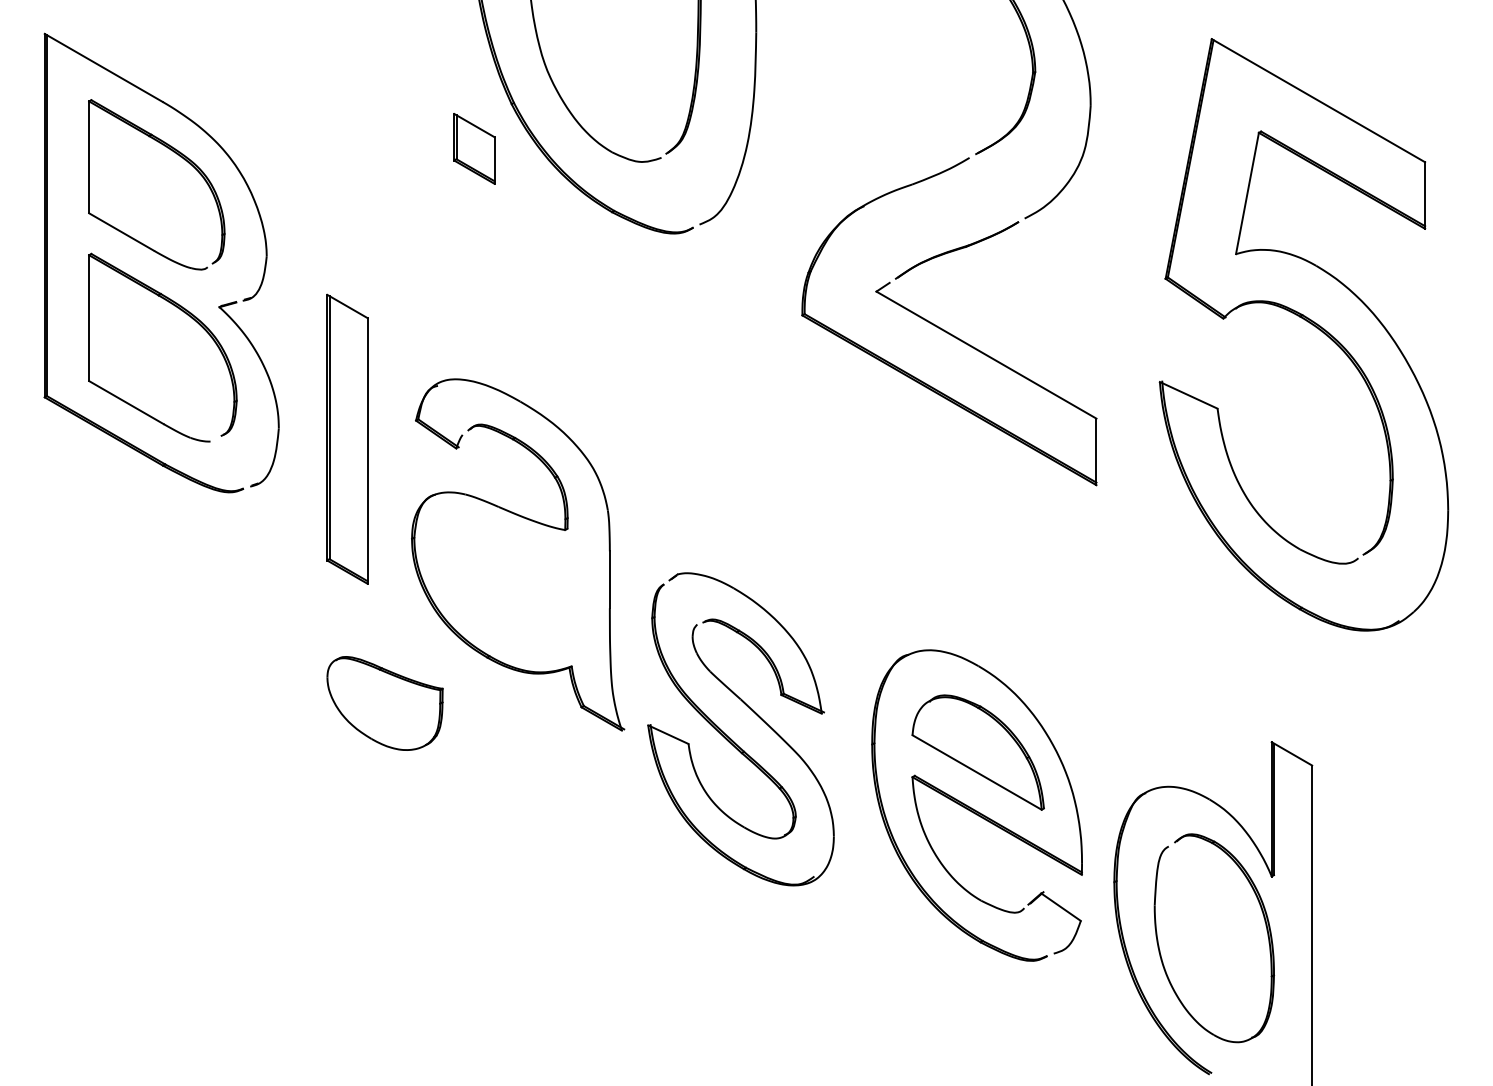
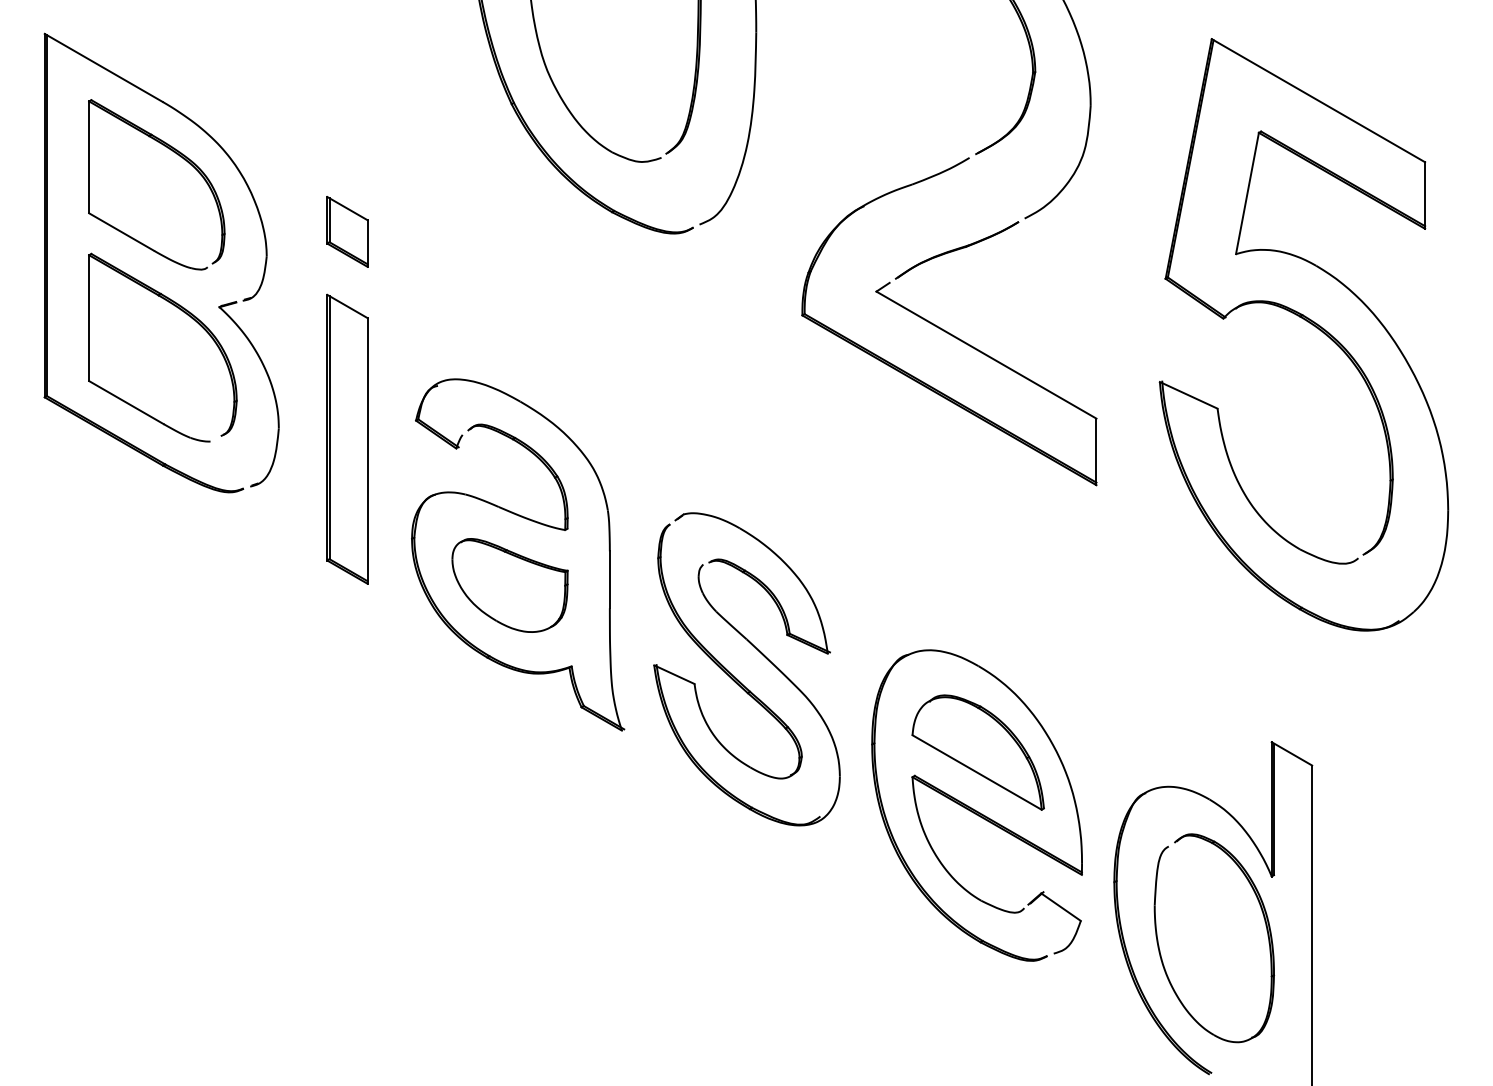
part at (474, 148) position: (474, 148) -> (347, 231)
part at (384, 703) position: (384, 703) -> (509, 585)
part at (731, 738) position: (731, 738) -> (737, 678)
